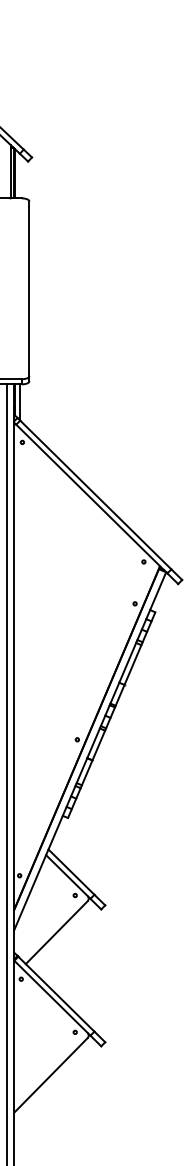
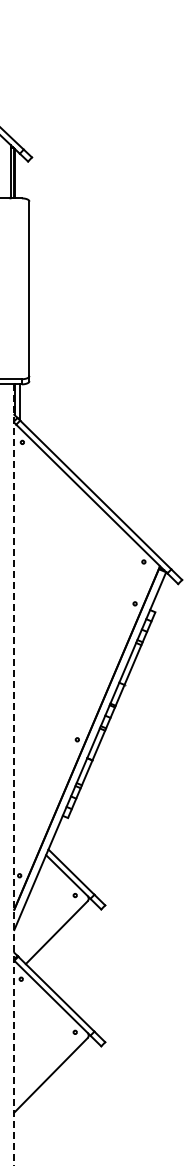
line at (6, 773): present -> none
line at (14, 775): solid -> dashed
